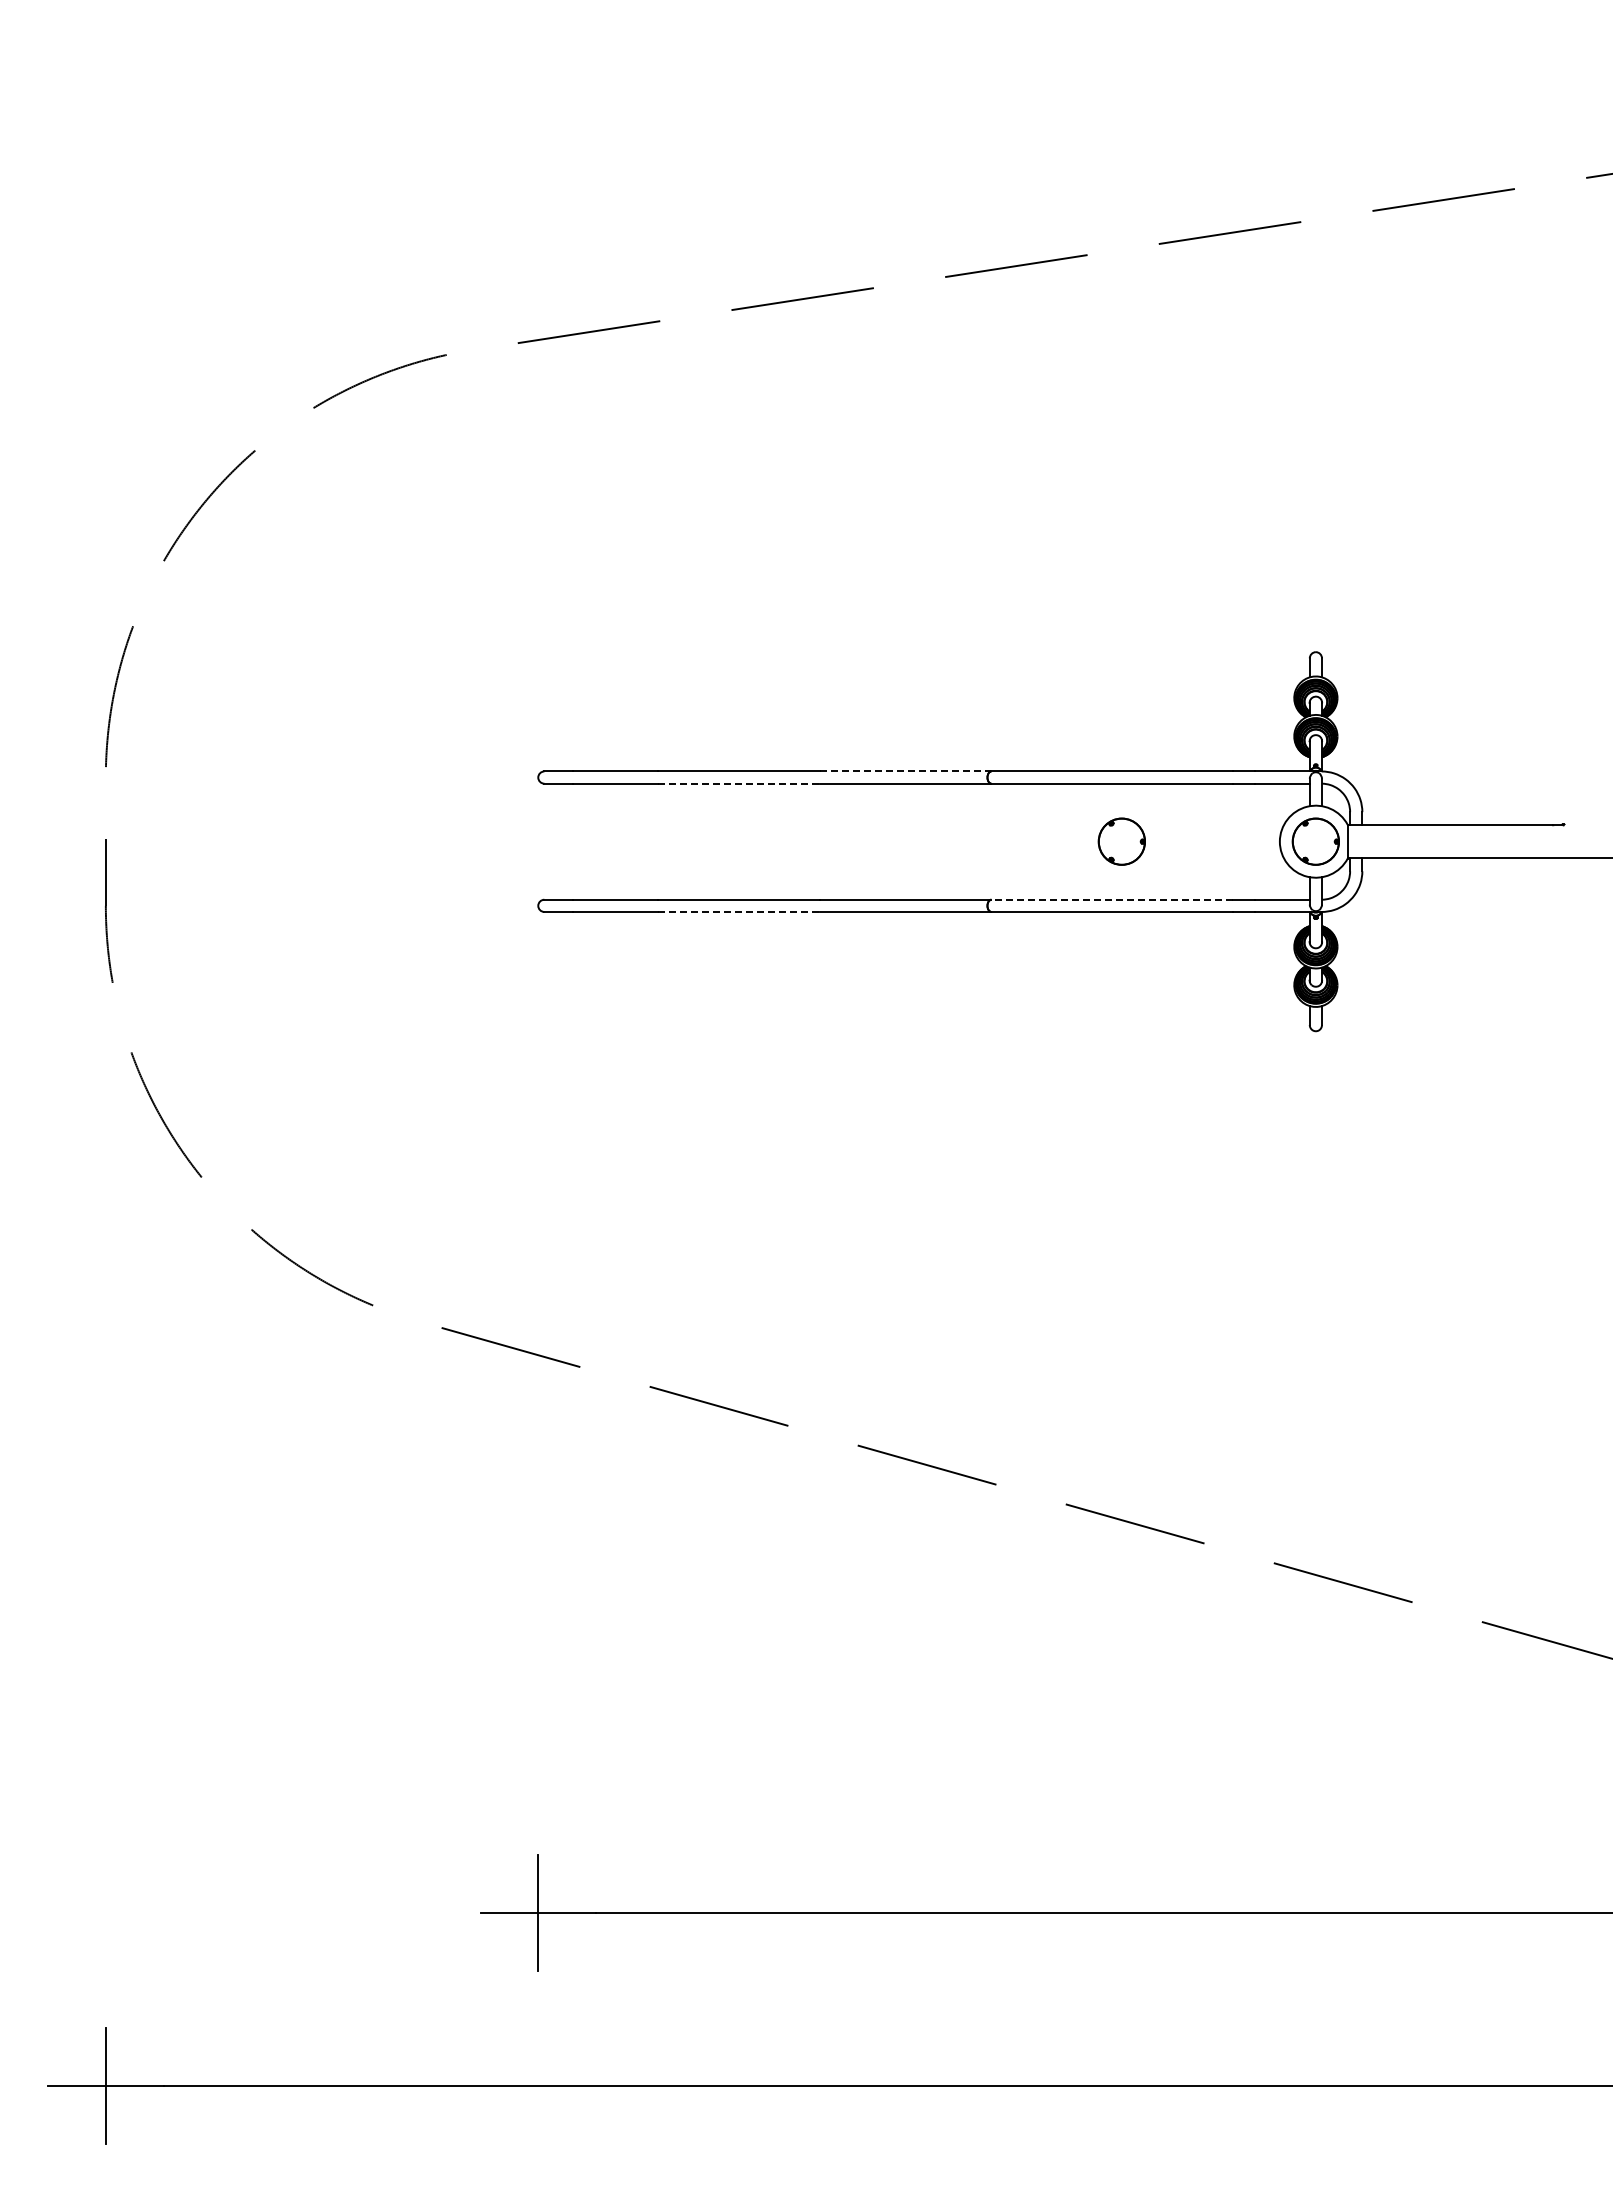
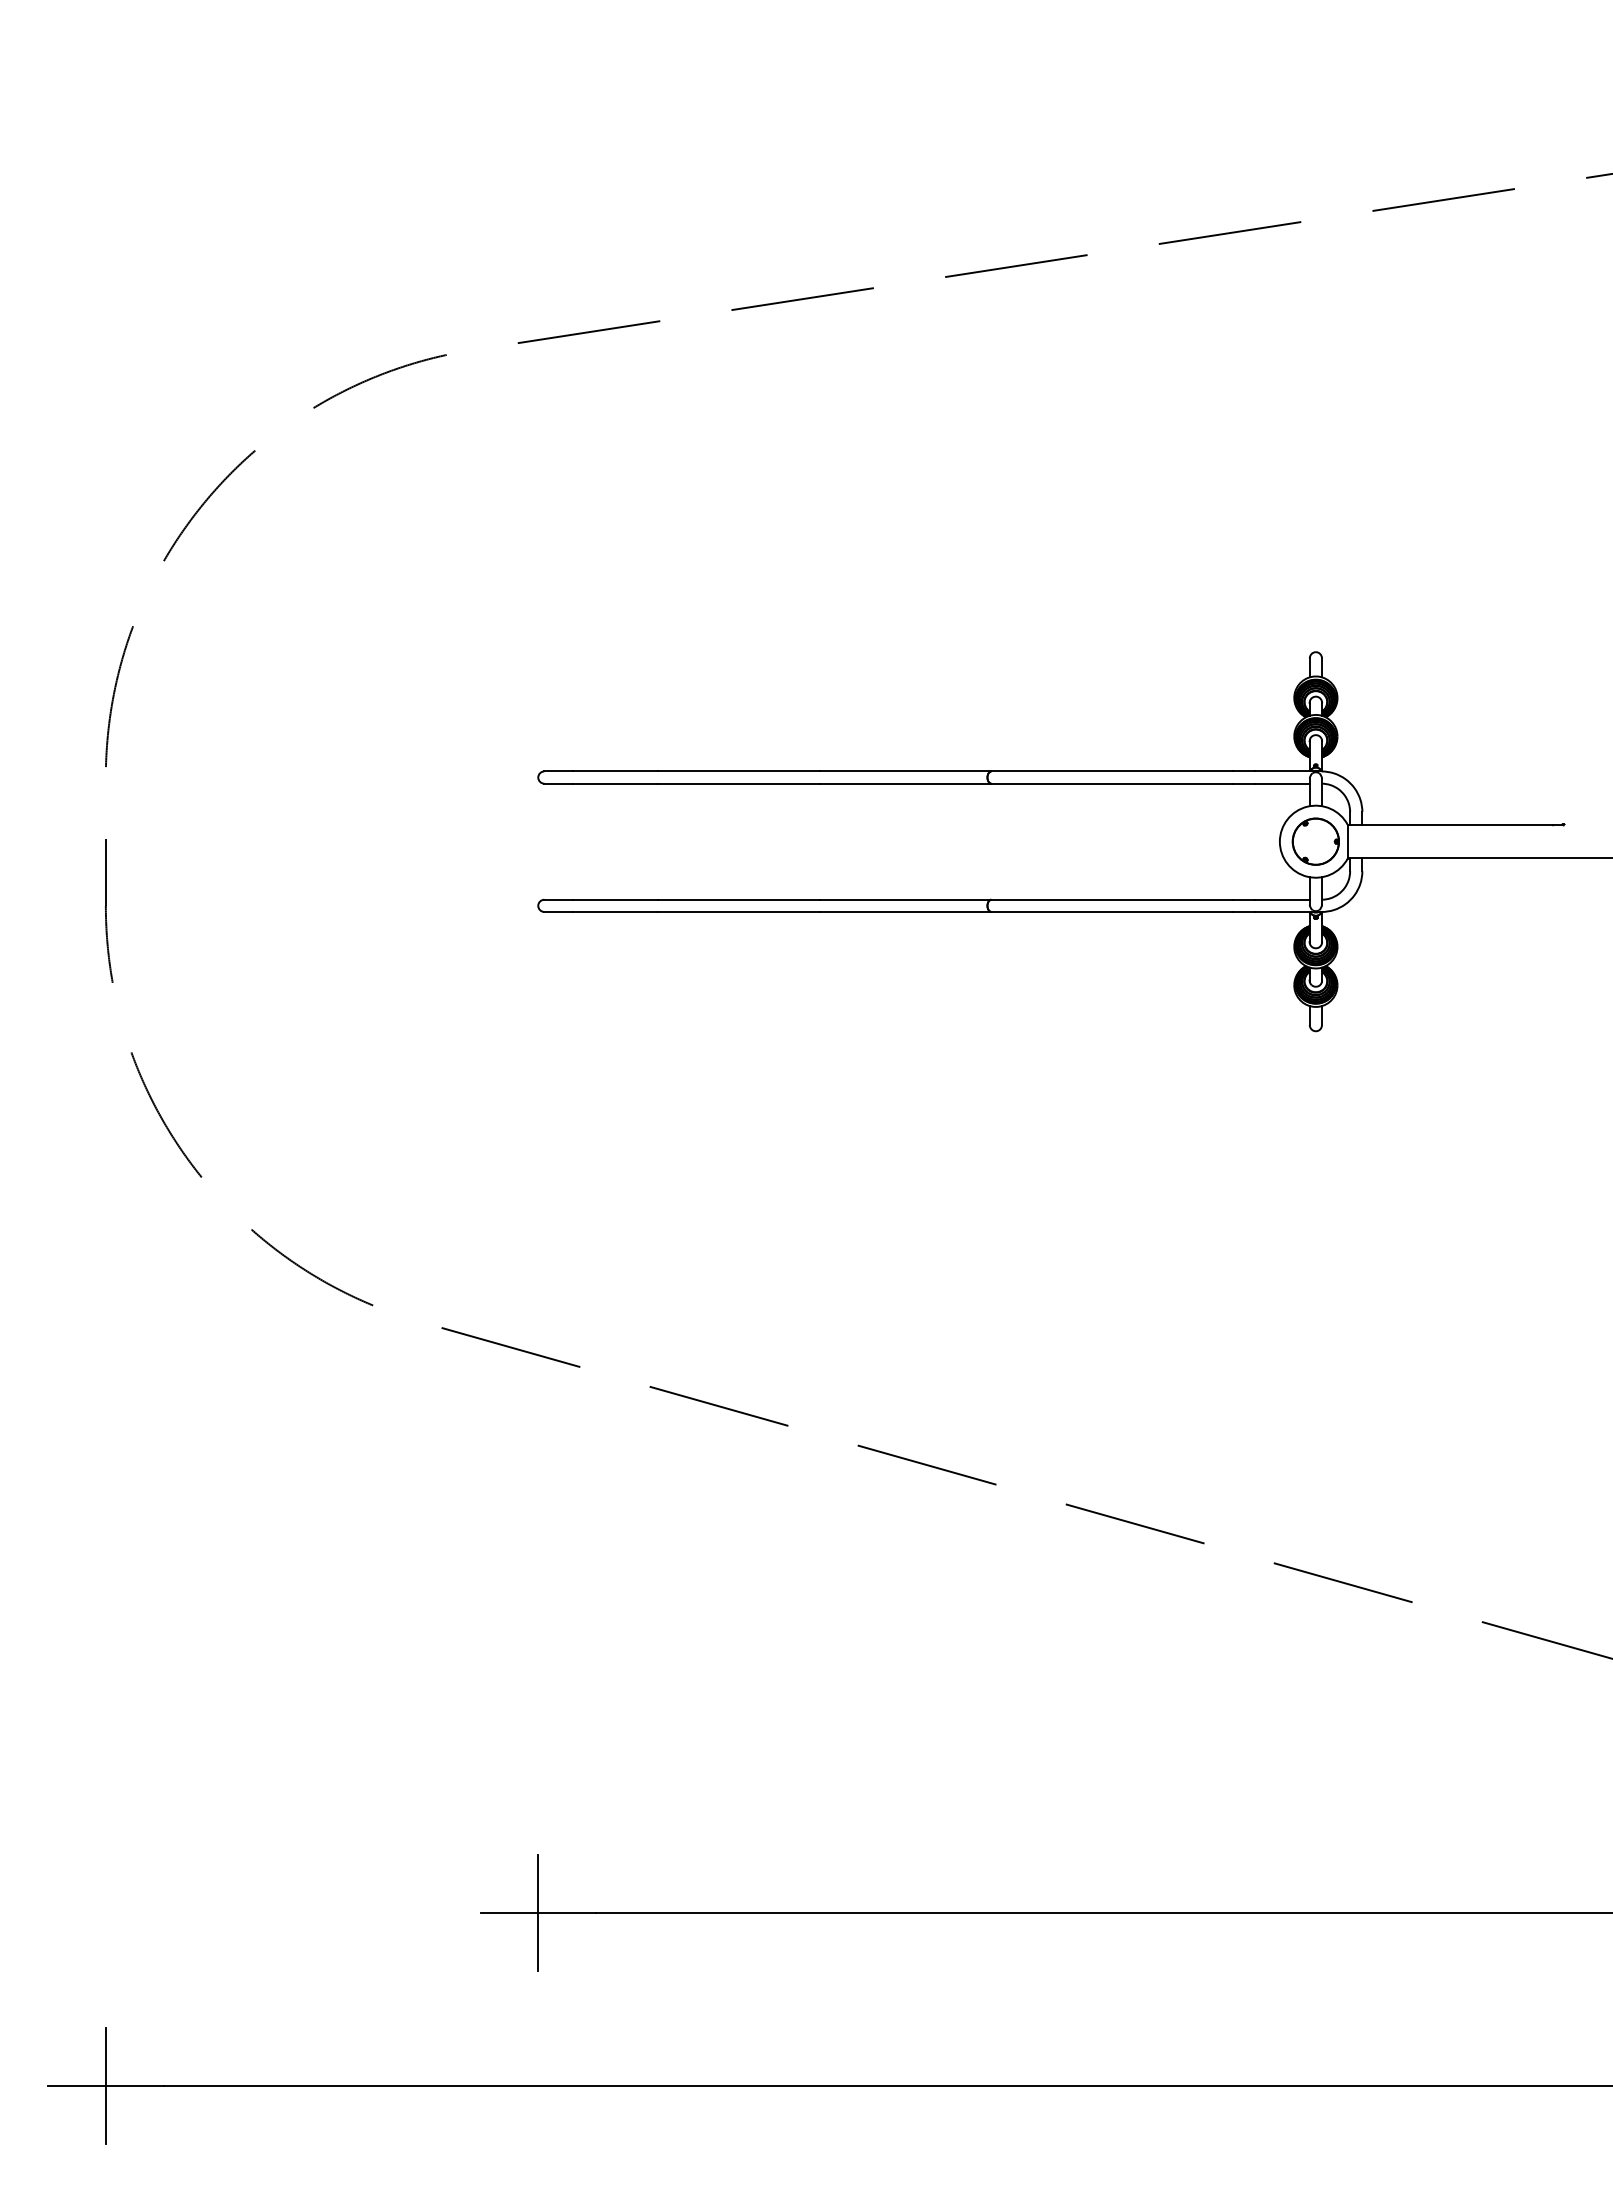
line at (905, 771): dashed -> solid
line at (738, 783): dashed -> solid
part at (1121, 841): present -> none
line at (1112, 899): dashed -> solid
line at (738, 911): dashed -> solid
